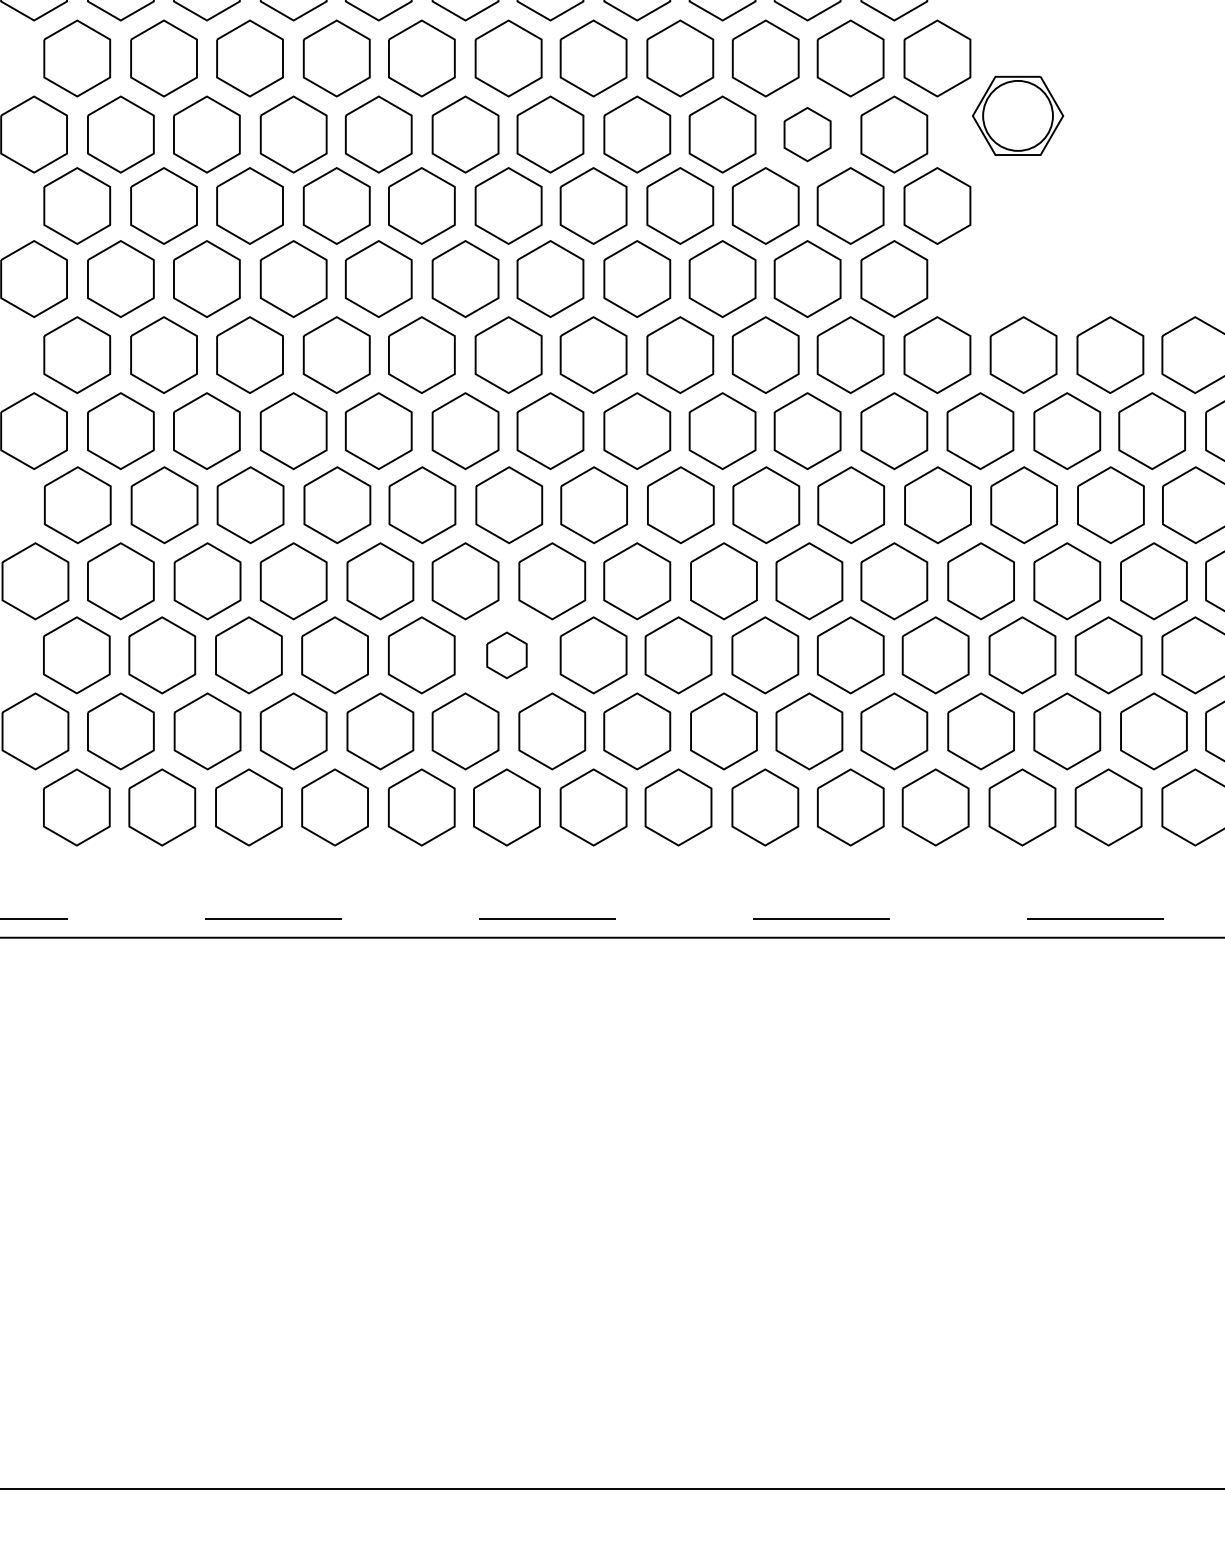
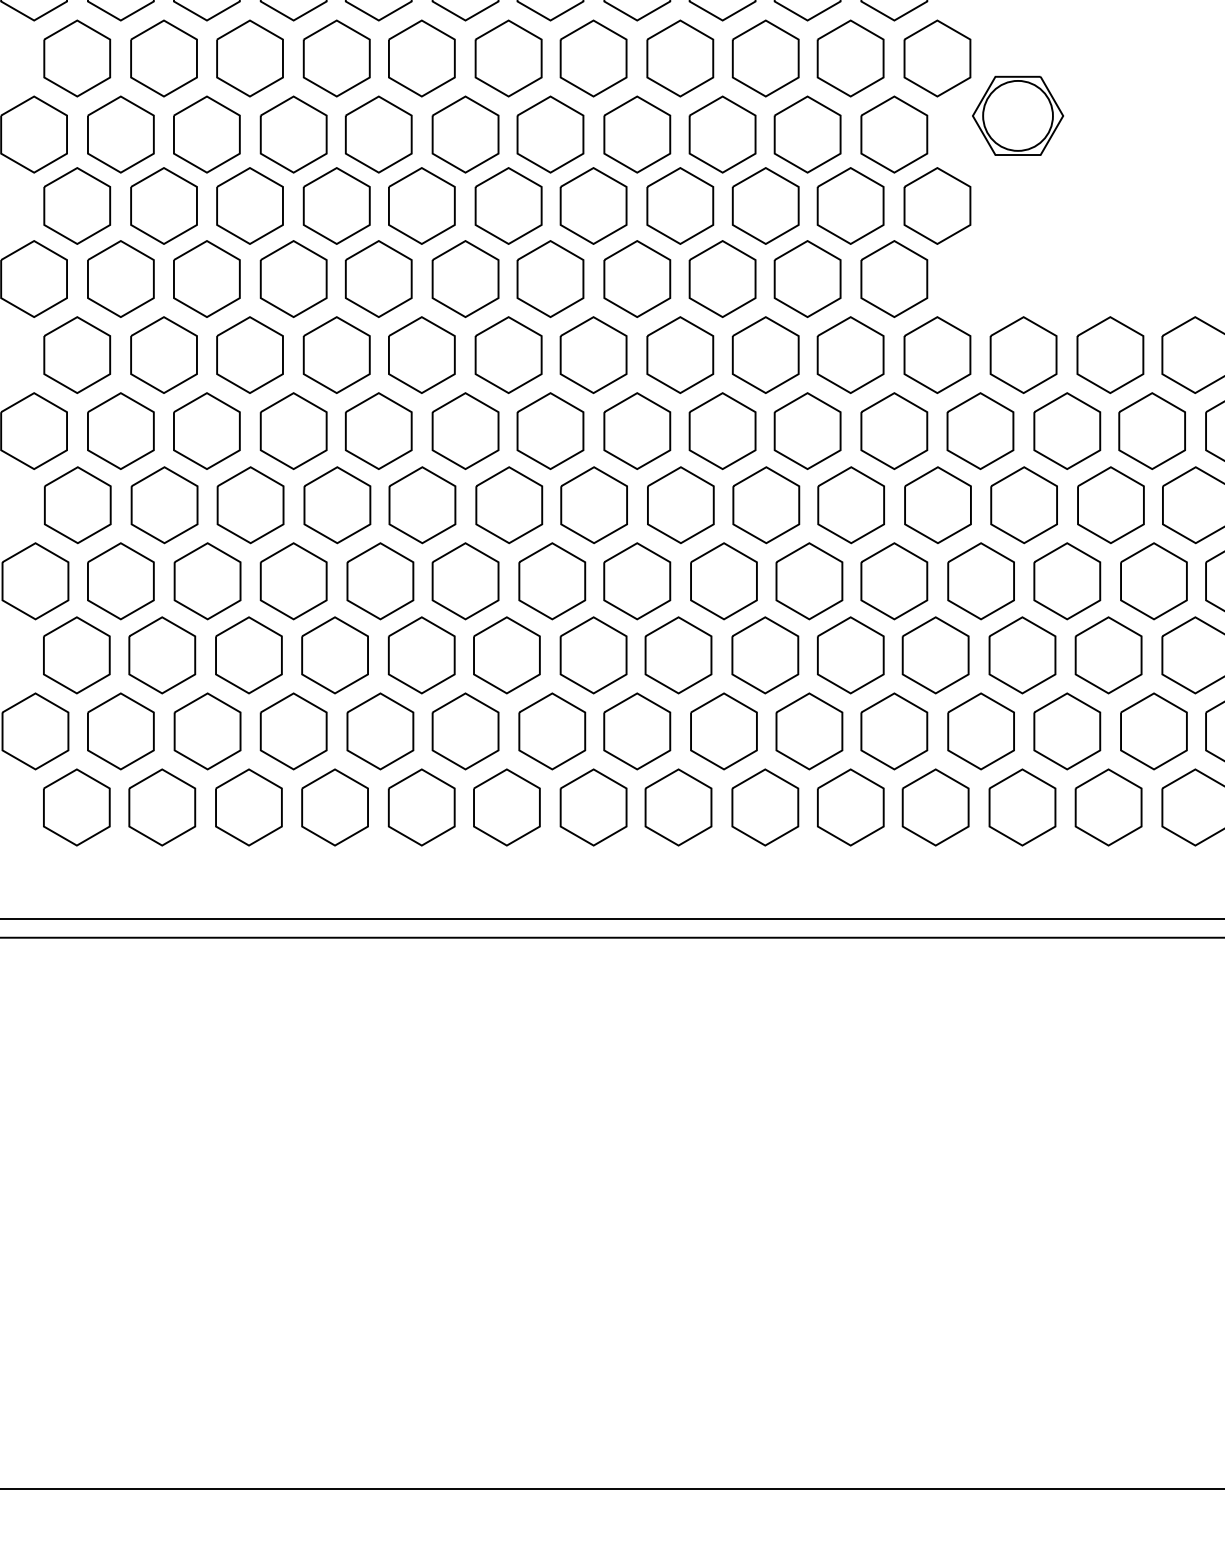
part at (807, 134) size: 49x56 px -> 69x79 px
part at (506, 655) size: 42x49 px -> 68x79 px
line at (612, 918): dashed -> solid
